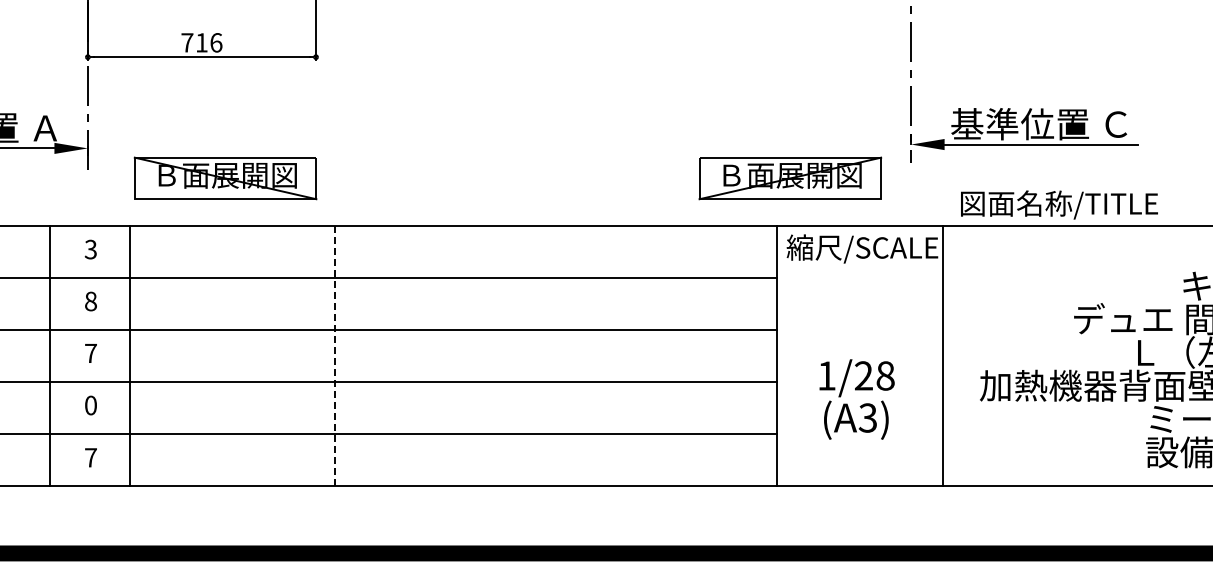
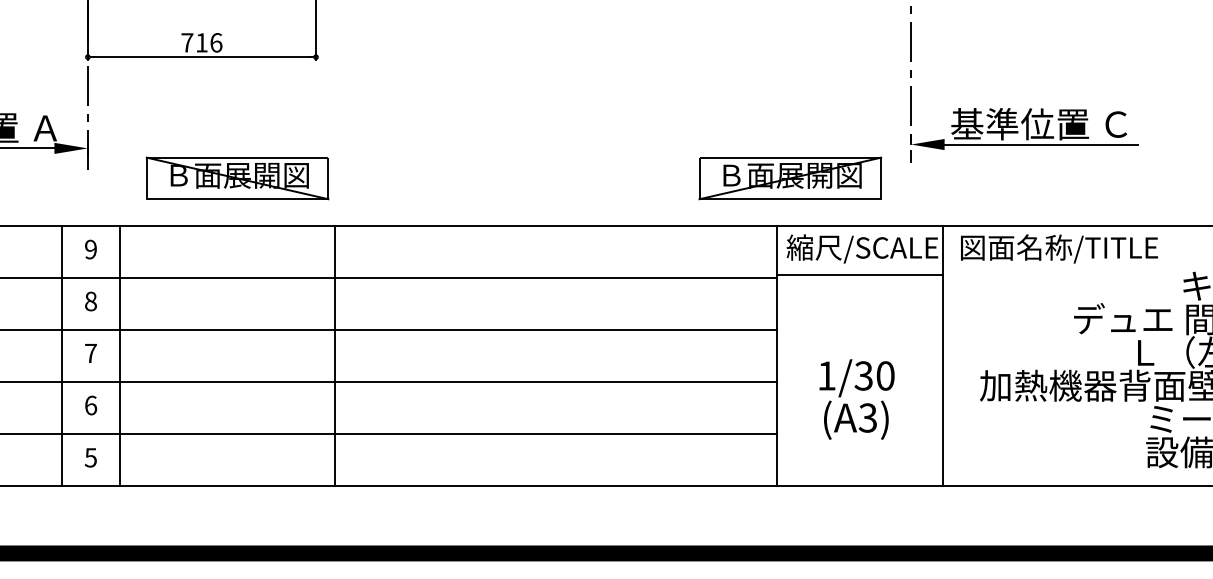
part at (225, 178) position: (225, 178) -> (237, 178)
text at (1059, 204) position: (1059, 204) -> (1059, 248)
text at (90, 249): 3 -> 9
line at (859, 275): none -> present
line at (50, 356) position: (50, 356) -> (62, 356)
line at (129, 356) position: (129, 356) -> (119, 356)
line at (334, 356): dashed -> solid
text at (874, 375): 1/28 -> 1/30
text at (91, 405): 0 -> 6
text at (90, 457): 7 -> 5
